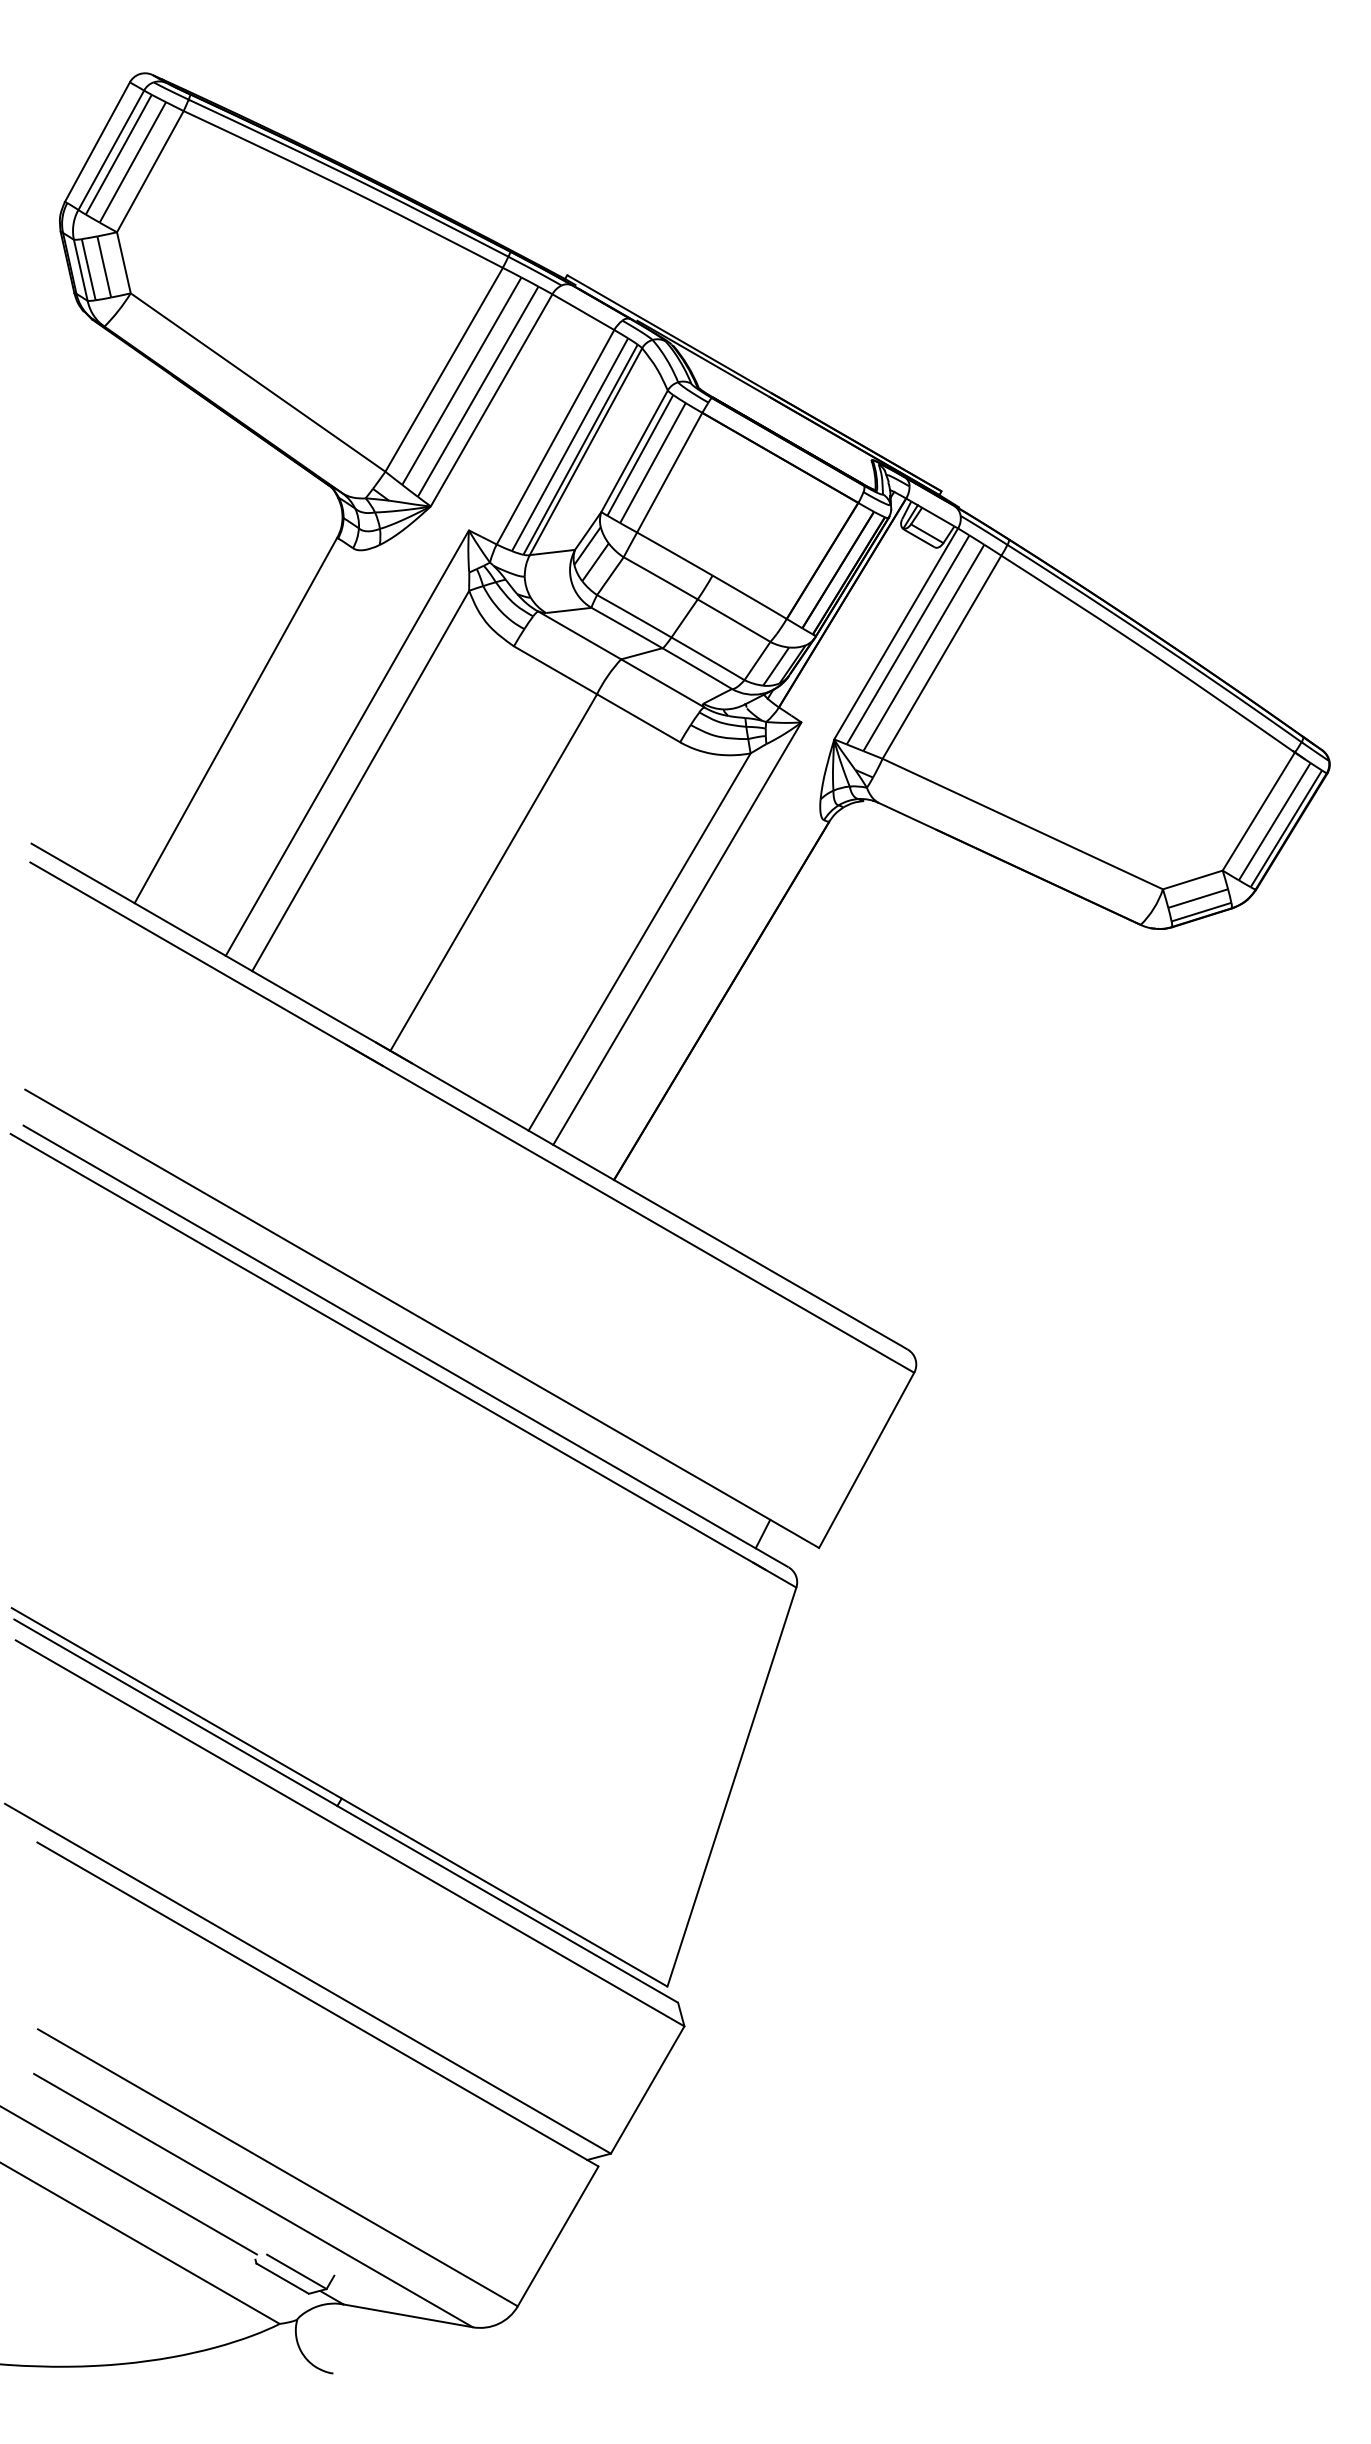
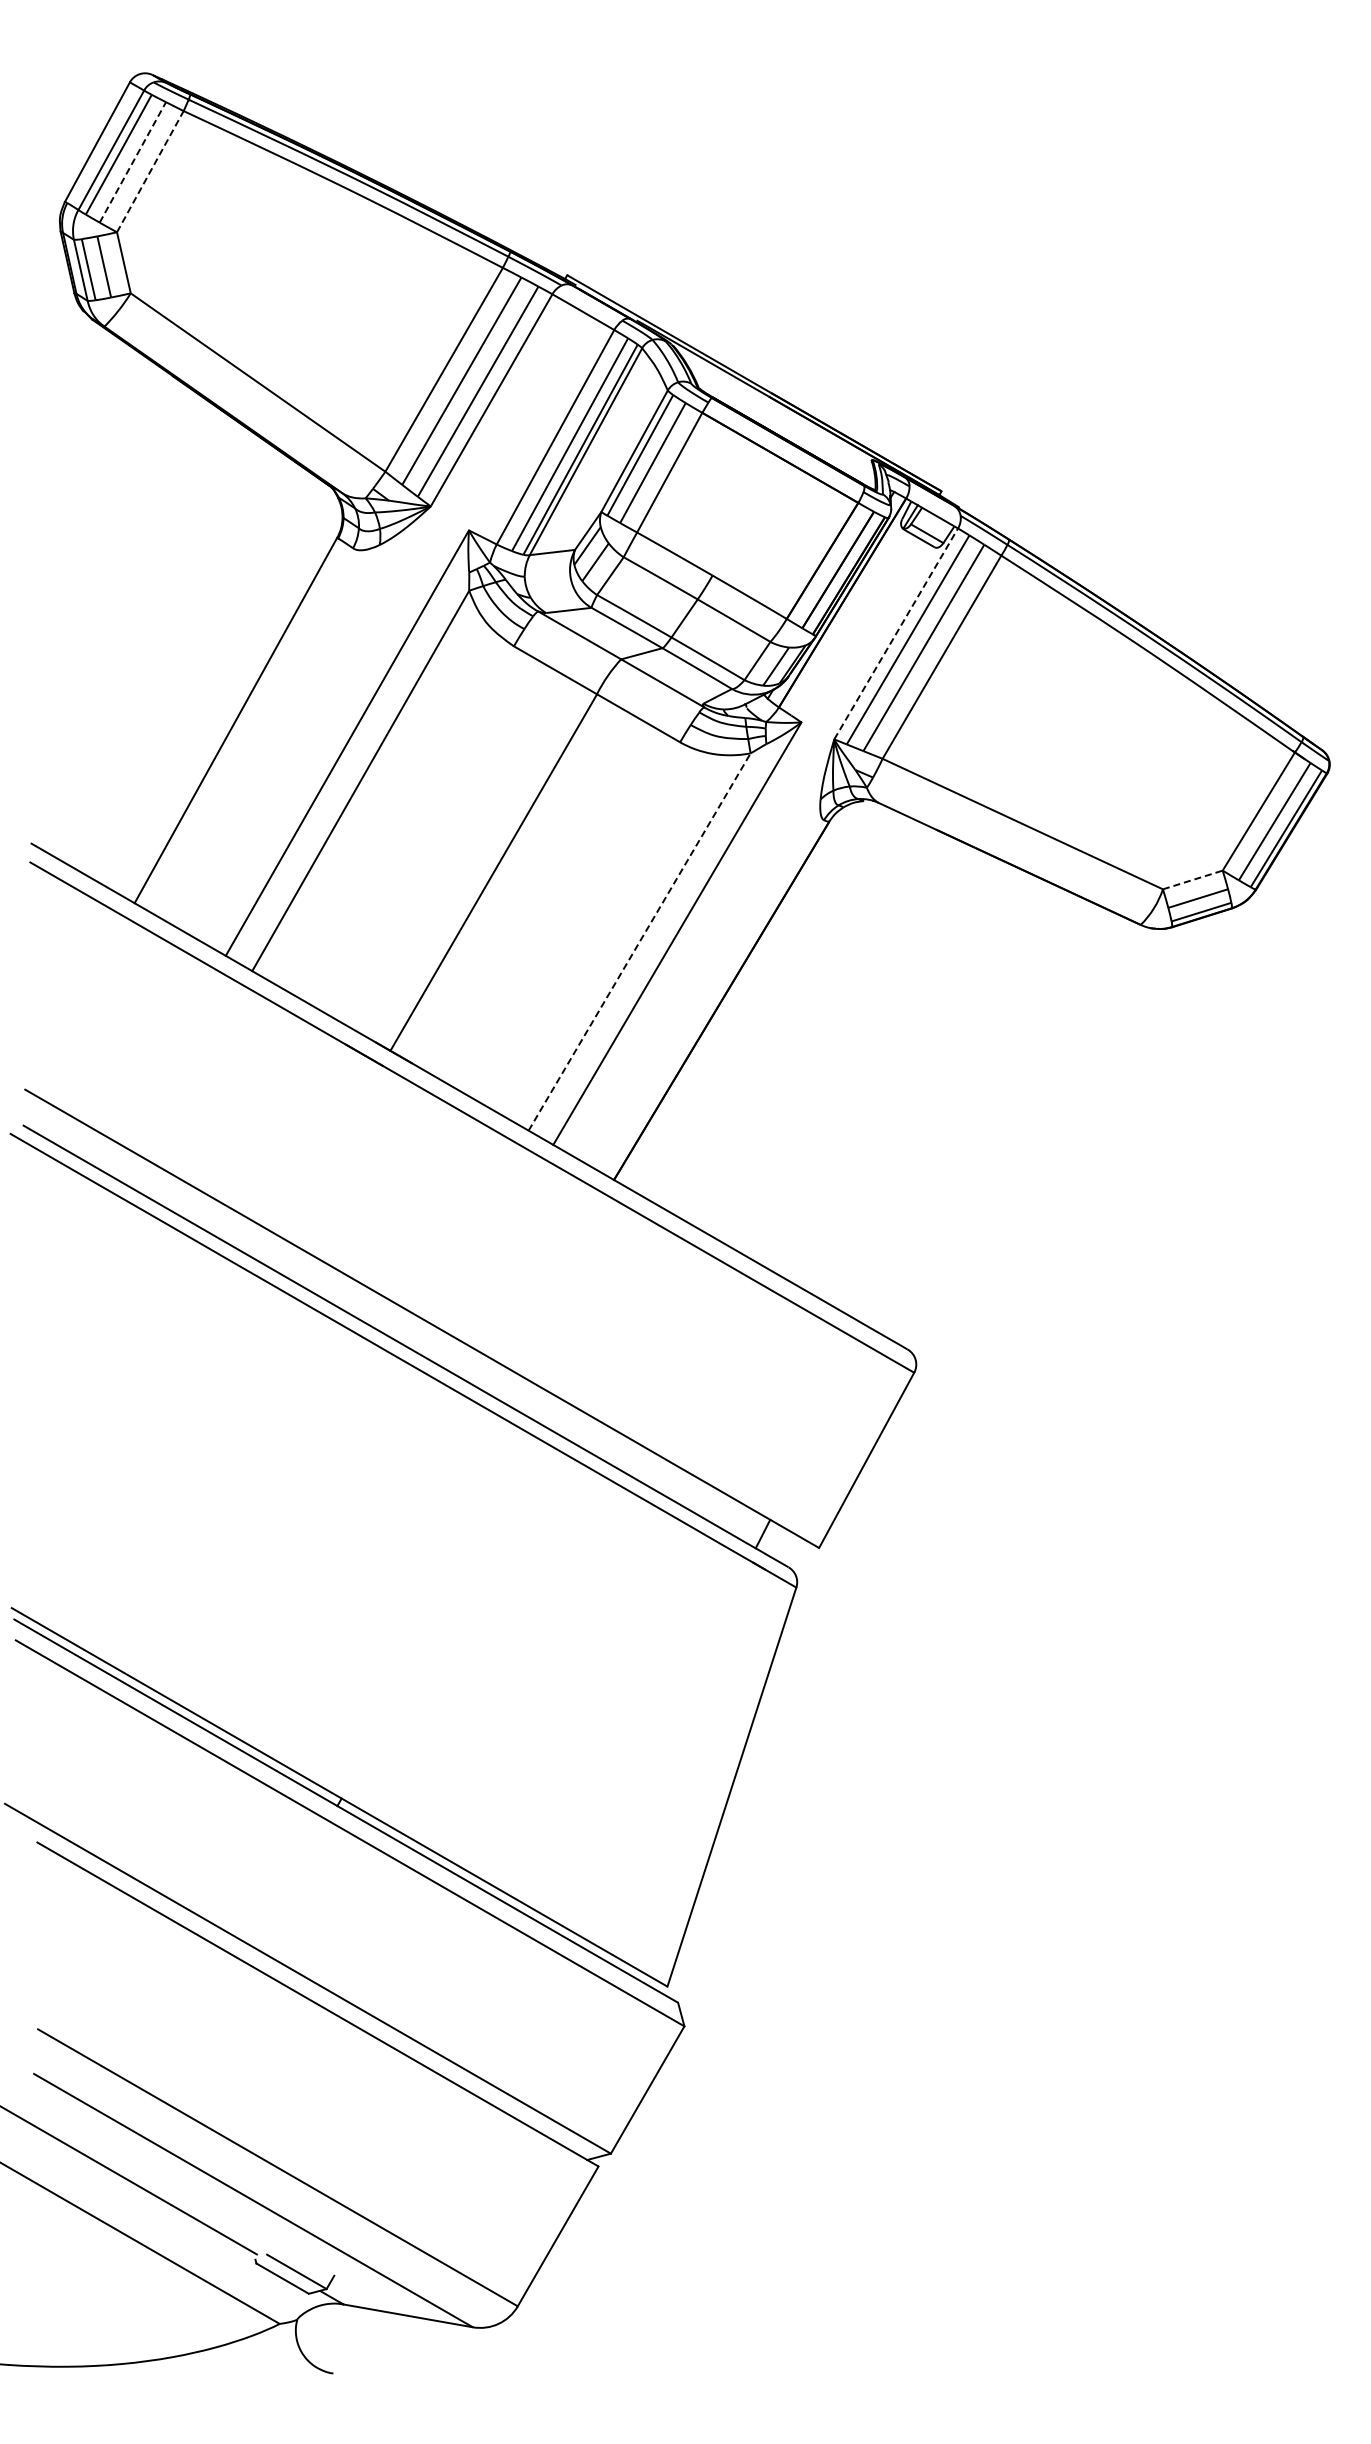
line at (133, 161): solid -> dashed
line at (150, 171): solid -> dashed
line at (896, 633): solid -> dashed
line at (1192, 879): solid -> dashed
line at (639, 942): solid -> dashed
